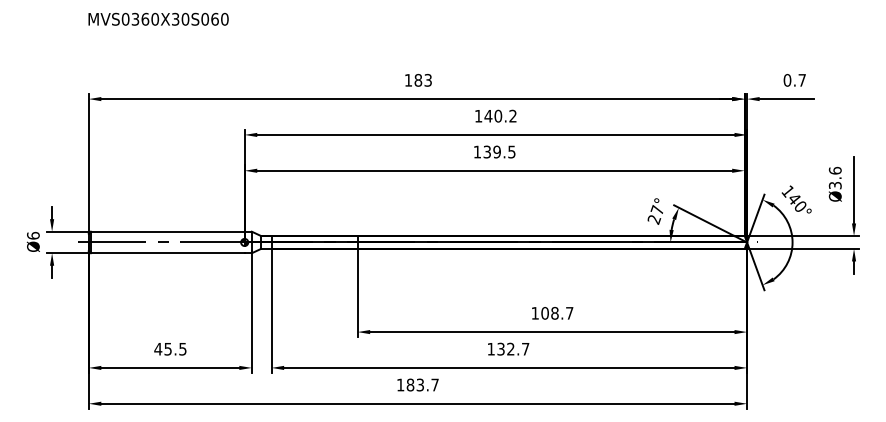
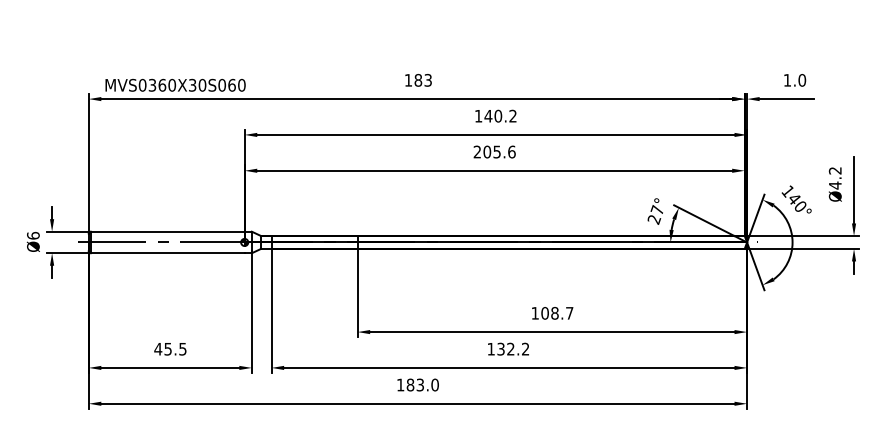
text at (158, 18) position: (158, 18) -> (175, 84)
text at (794, 80): 0.7 -> 1.0
text at (494, 151): 139.5 -> 205.6
text at (834, 177): Ø3.6 -> Ø4.2
text at (525, 348): 132.7 -> 132.2
text at (434, 384): 183.7 -> 183.0
